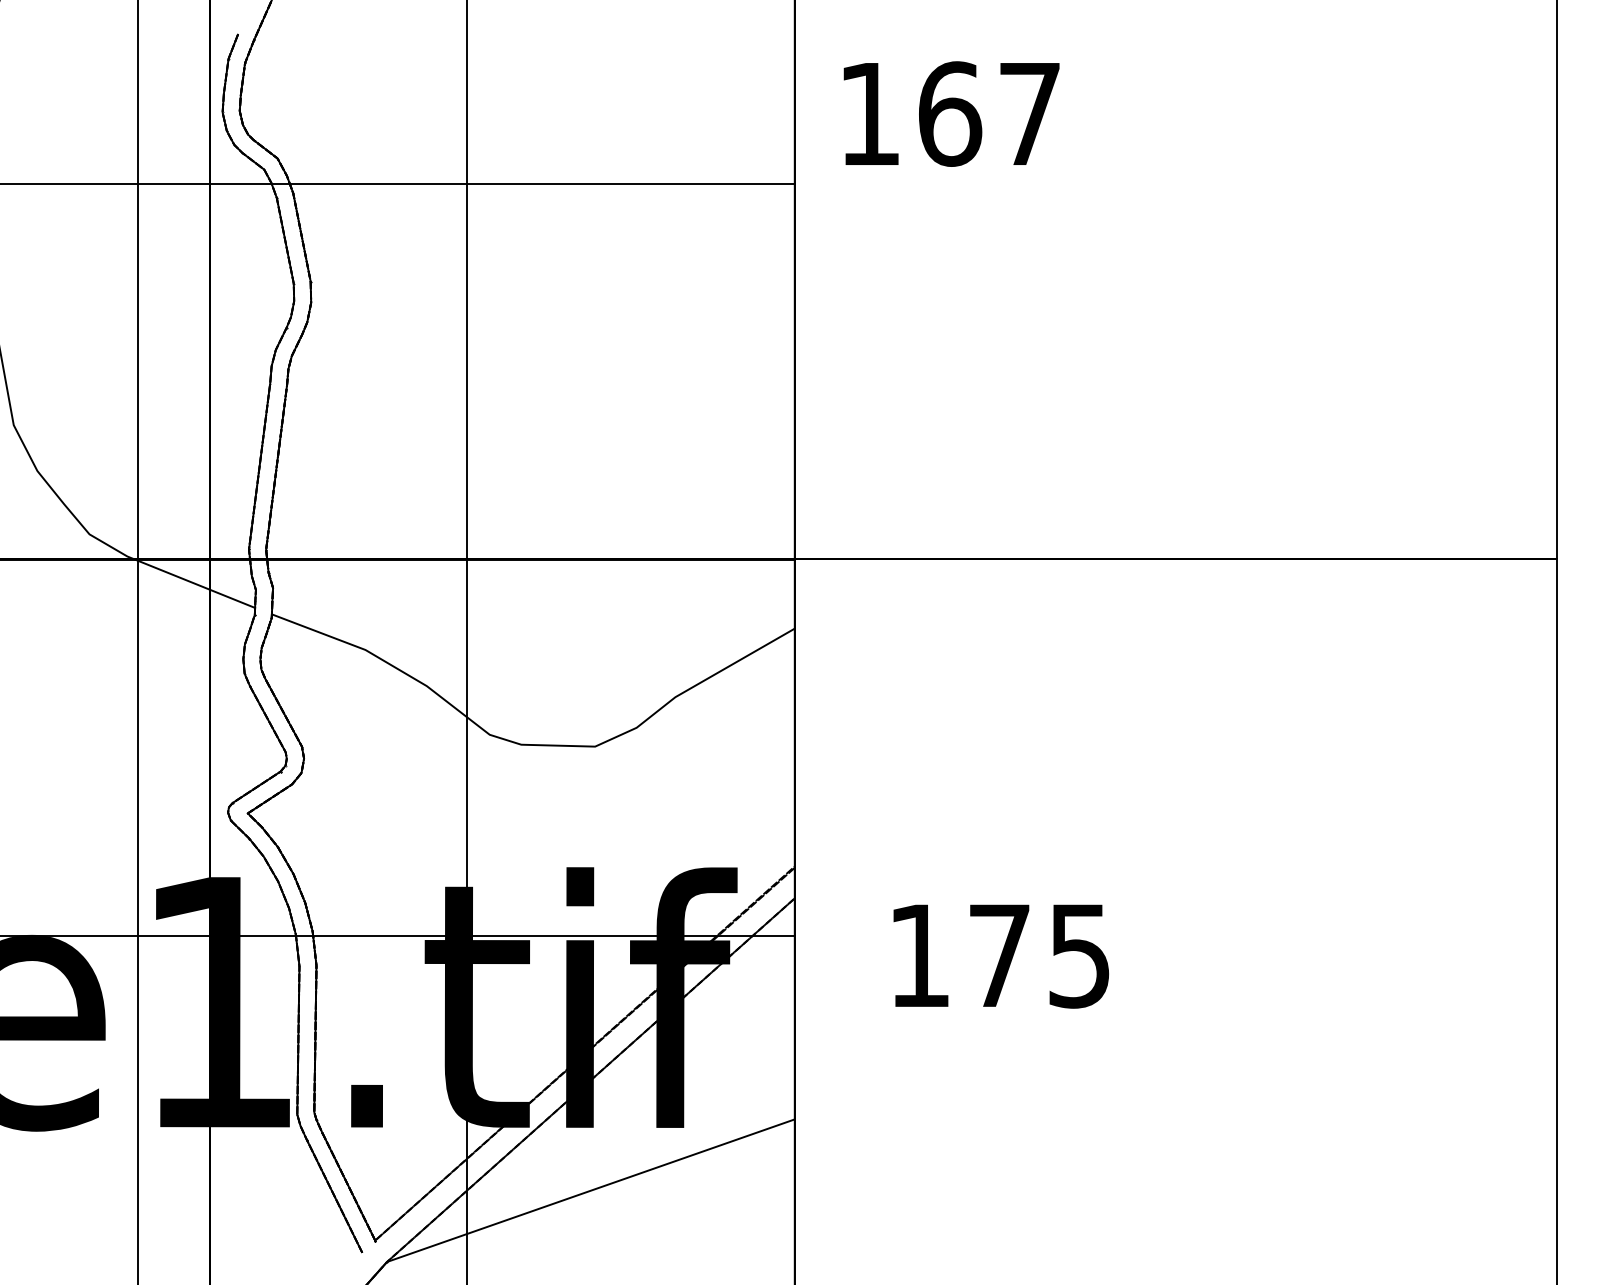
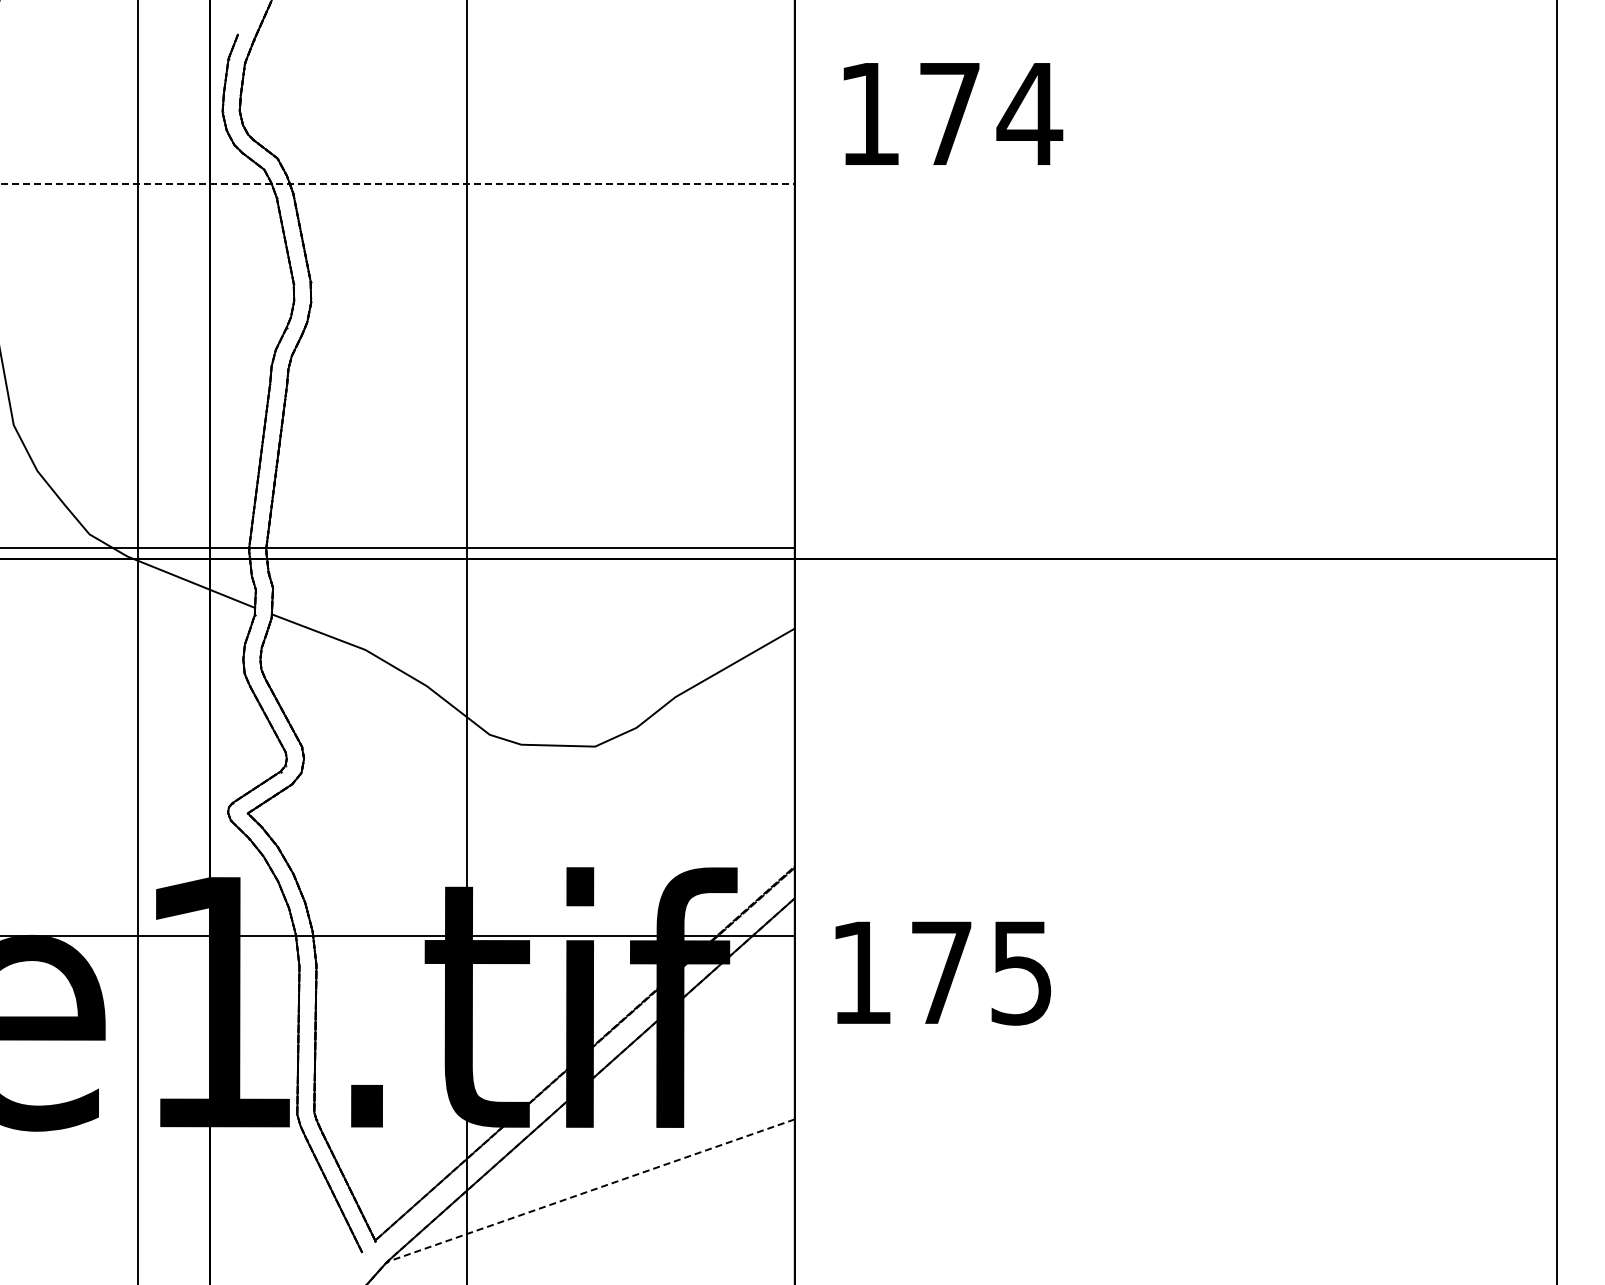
text at (991, 113): 167 -> 174
line at (398, 183): solid -> dashed
line at (398, 559) position: (398, 559) -> (398, 547)
text at (1000, 956) position: (1000, 956) -> (942, 973)
line at (575, 1196): solid -> dashed
